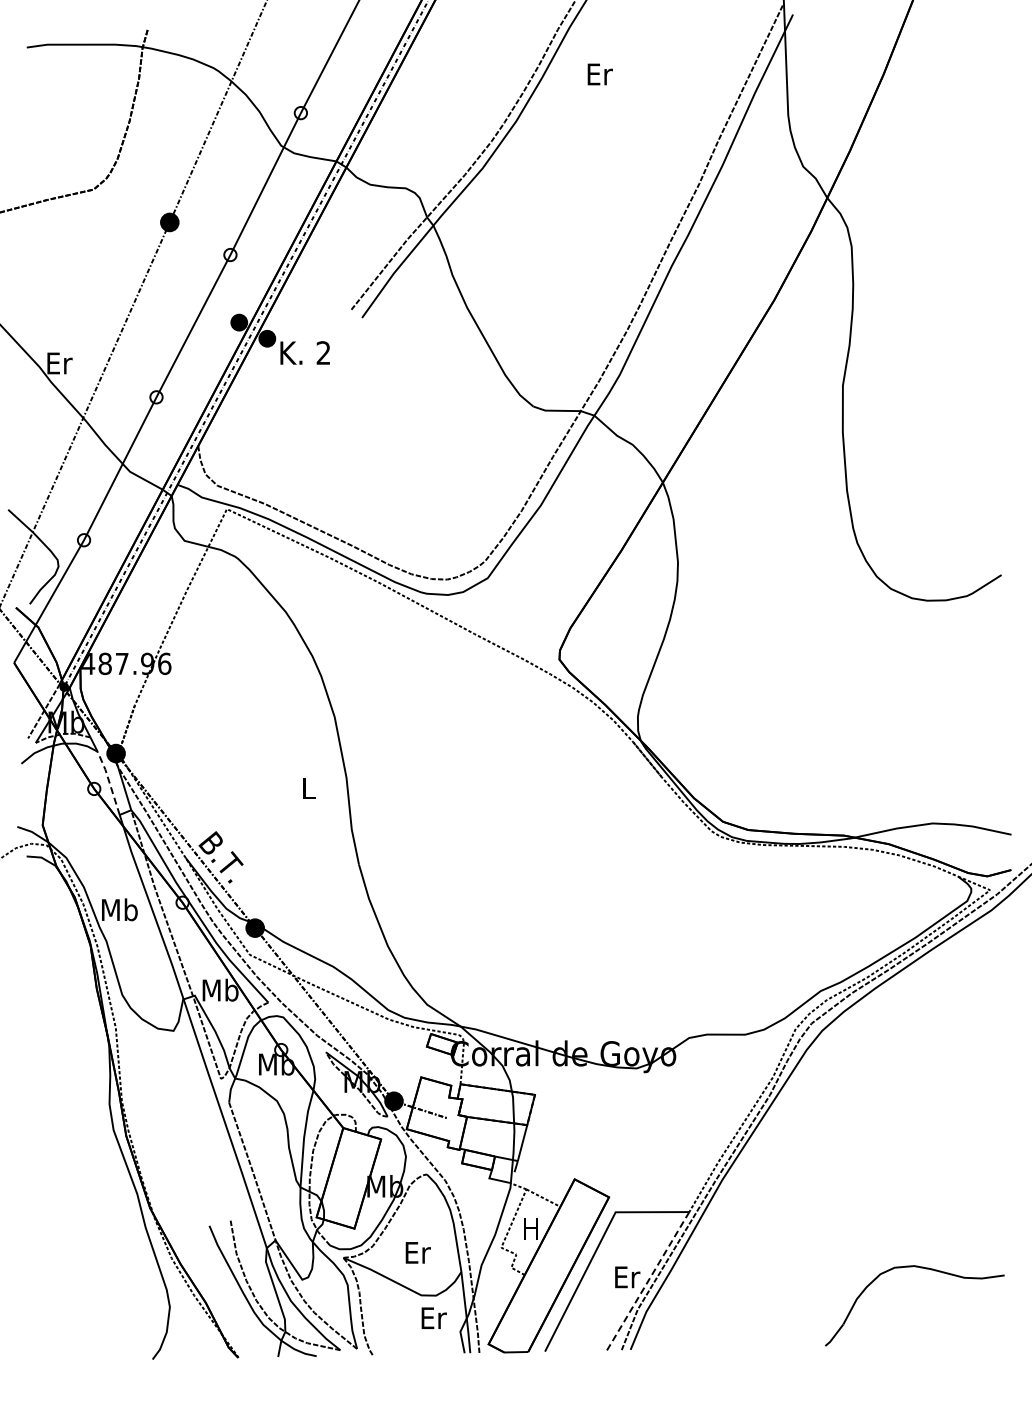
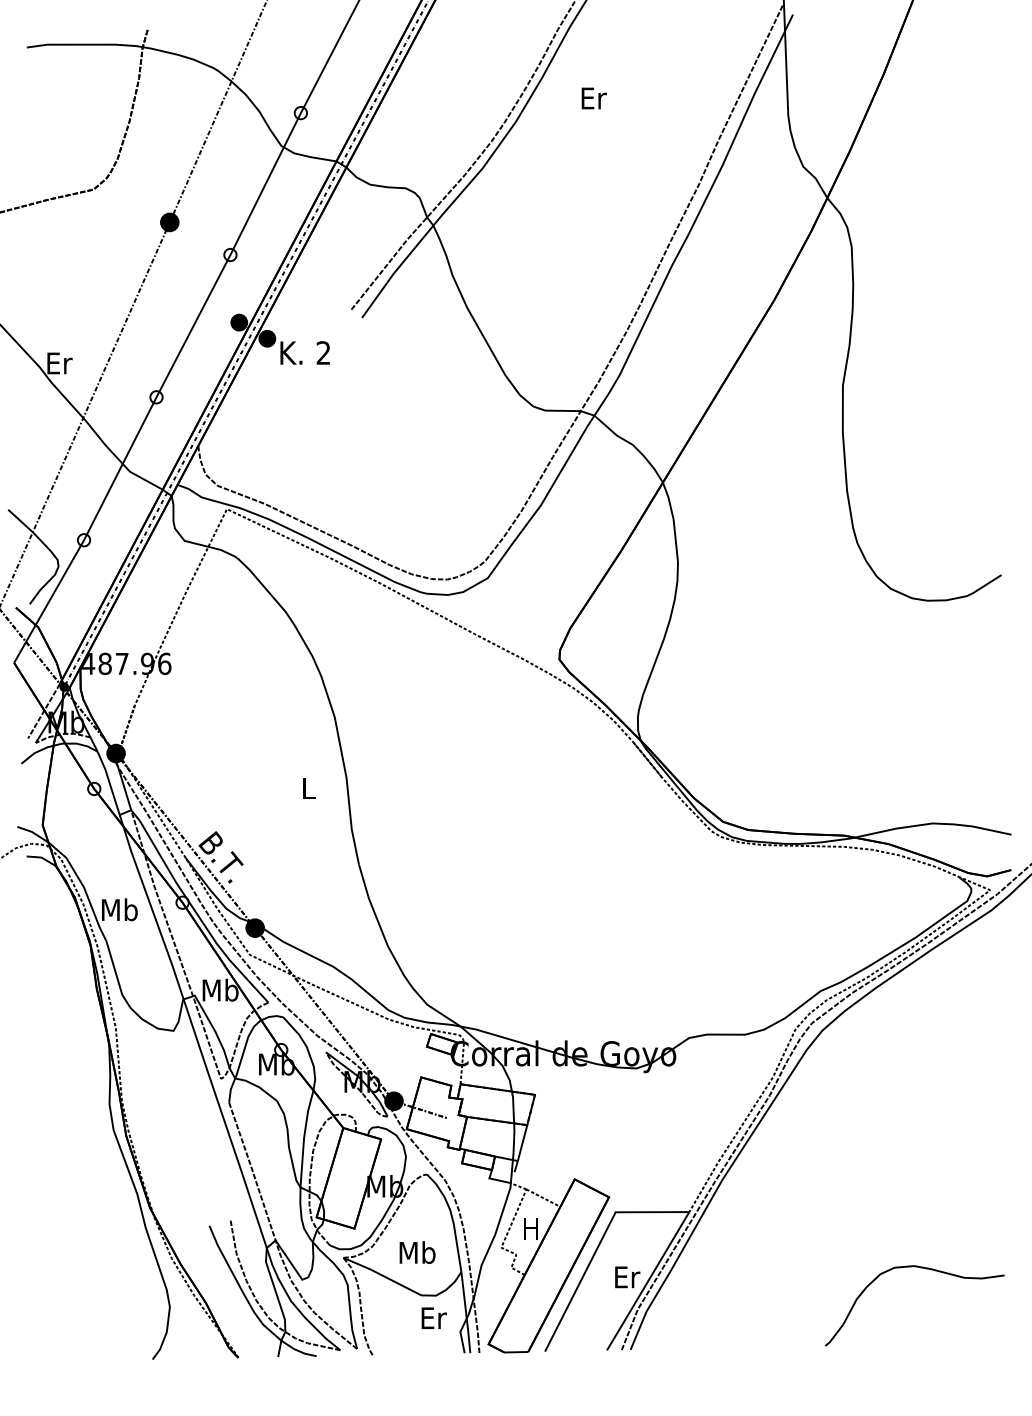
text at (599, 74) position: (599, 74) -> (593, 98)
line at (109, 781): dashed -> solid
text at (417, 1252): Er -> Mb
line at (647, 1282): dashed -> solid
